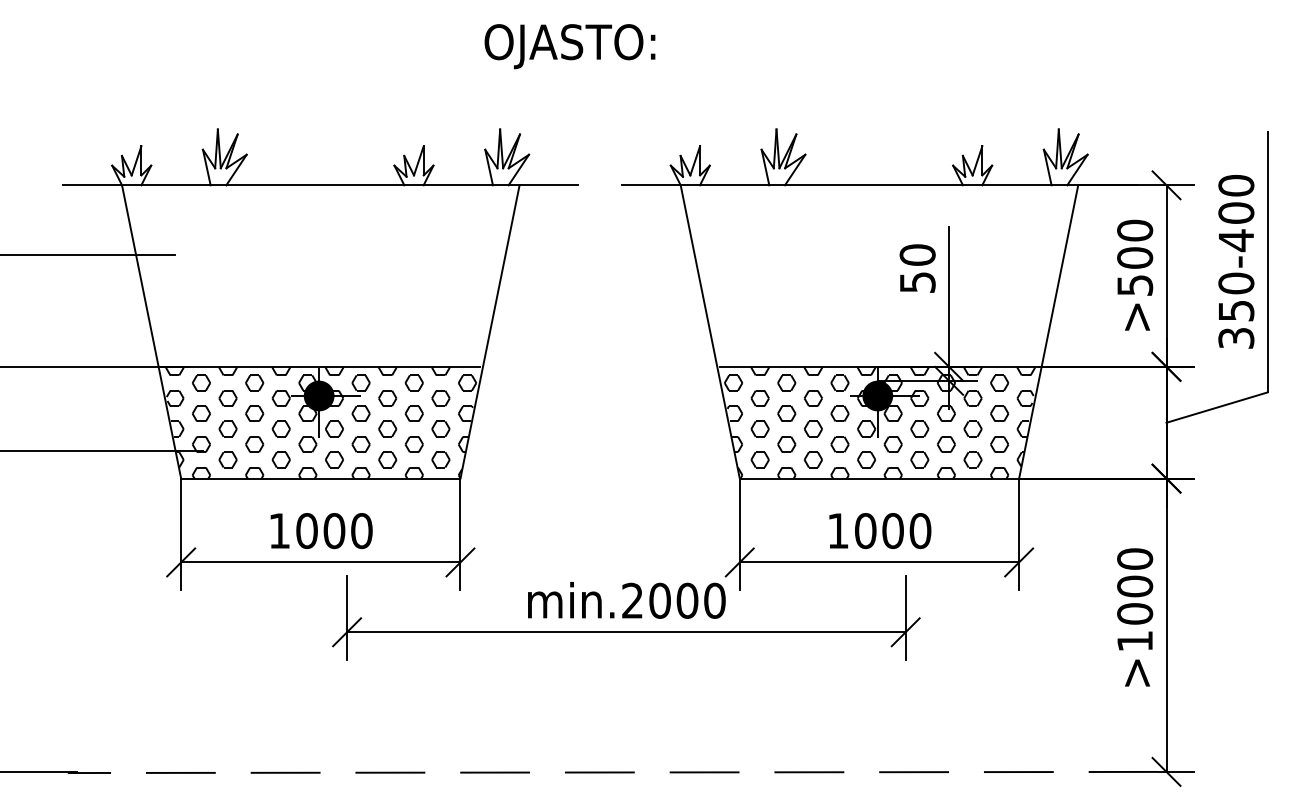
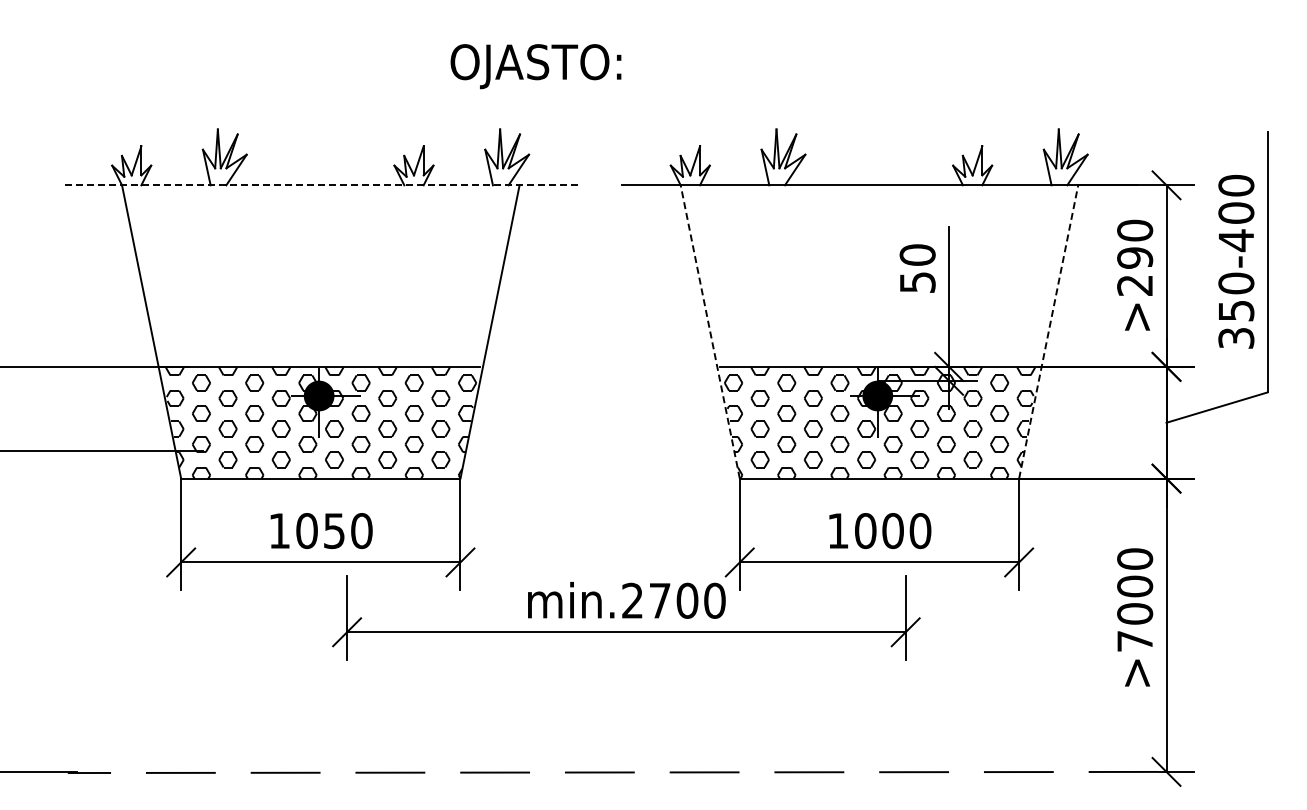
text at (569, 46) position: (569, 46) -> (535, 66)
line at (320, 185): solid -> dashed
line at (88, 255): present -> none
text at (1135, 271): >500 -> >290
line at (710, 331): solid -> dashed
line at (1048, 331): solid -> dashed
text at (334, 531): 1000 -> 1050
text at (659, 600): min.2000 -> min.2700
text at (1134, 641): >1000 -> >7000
